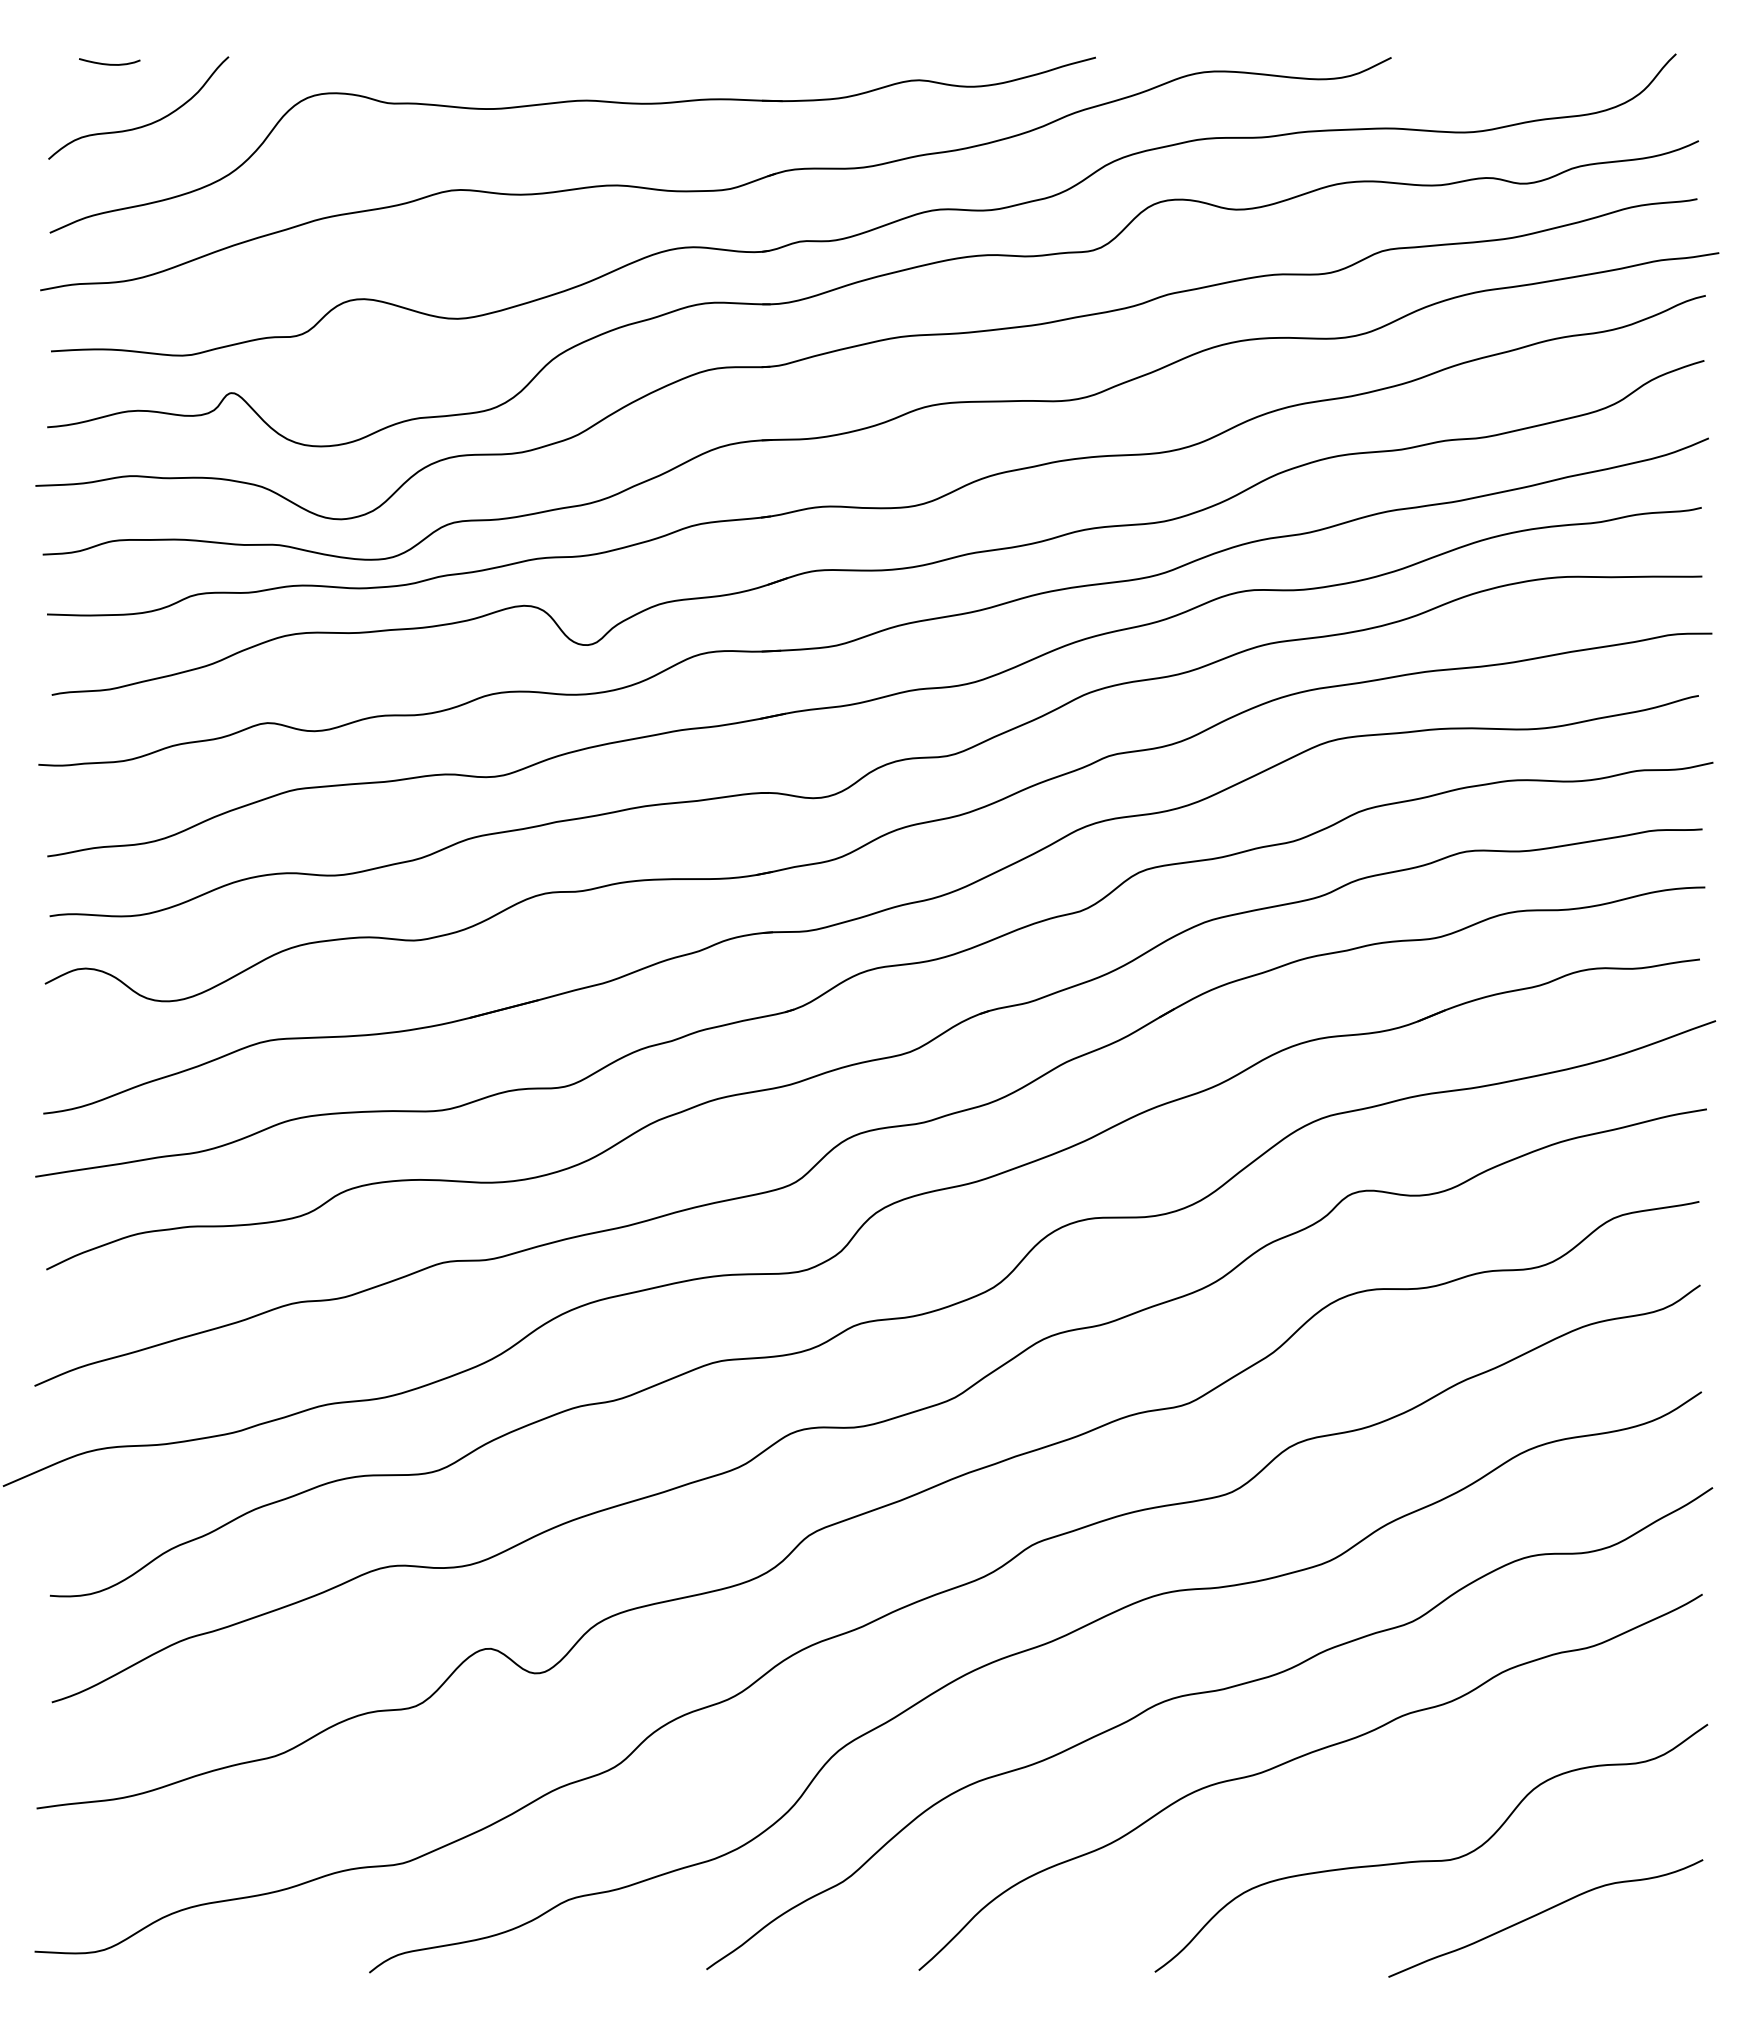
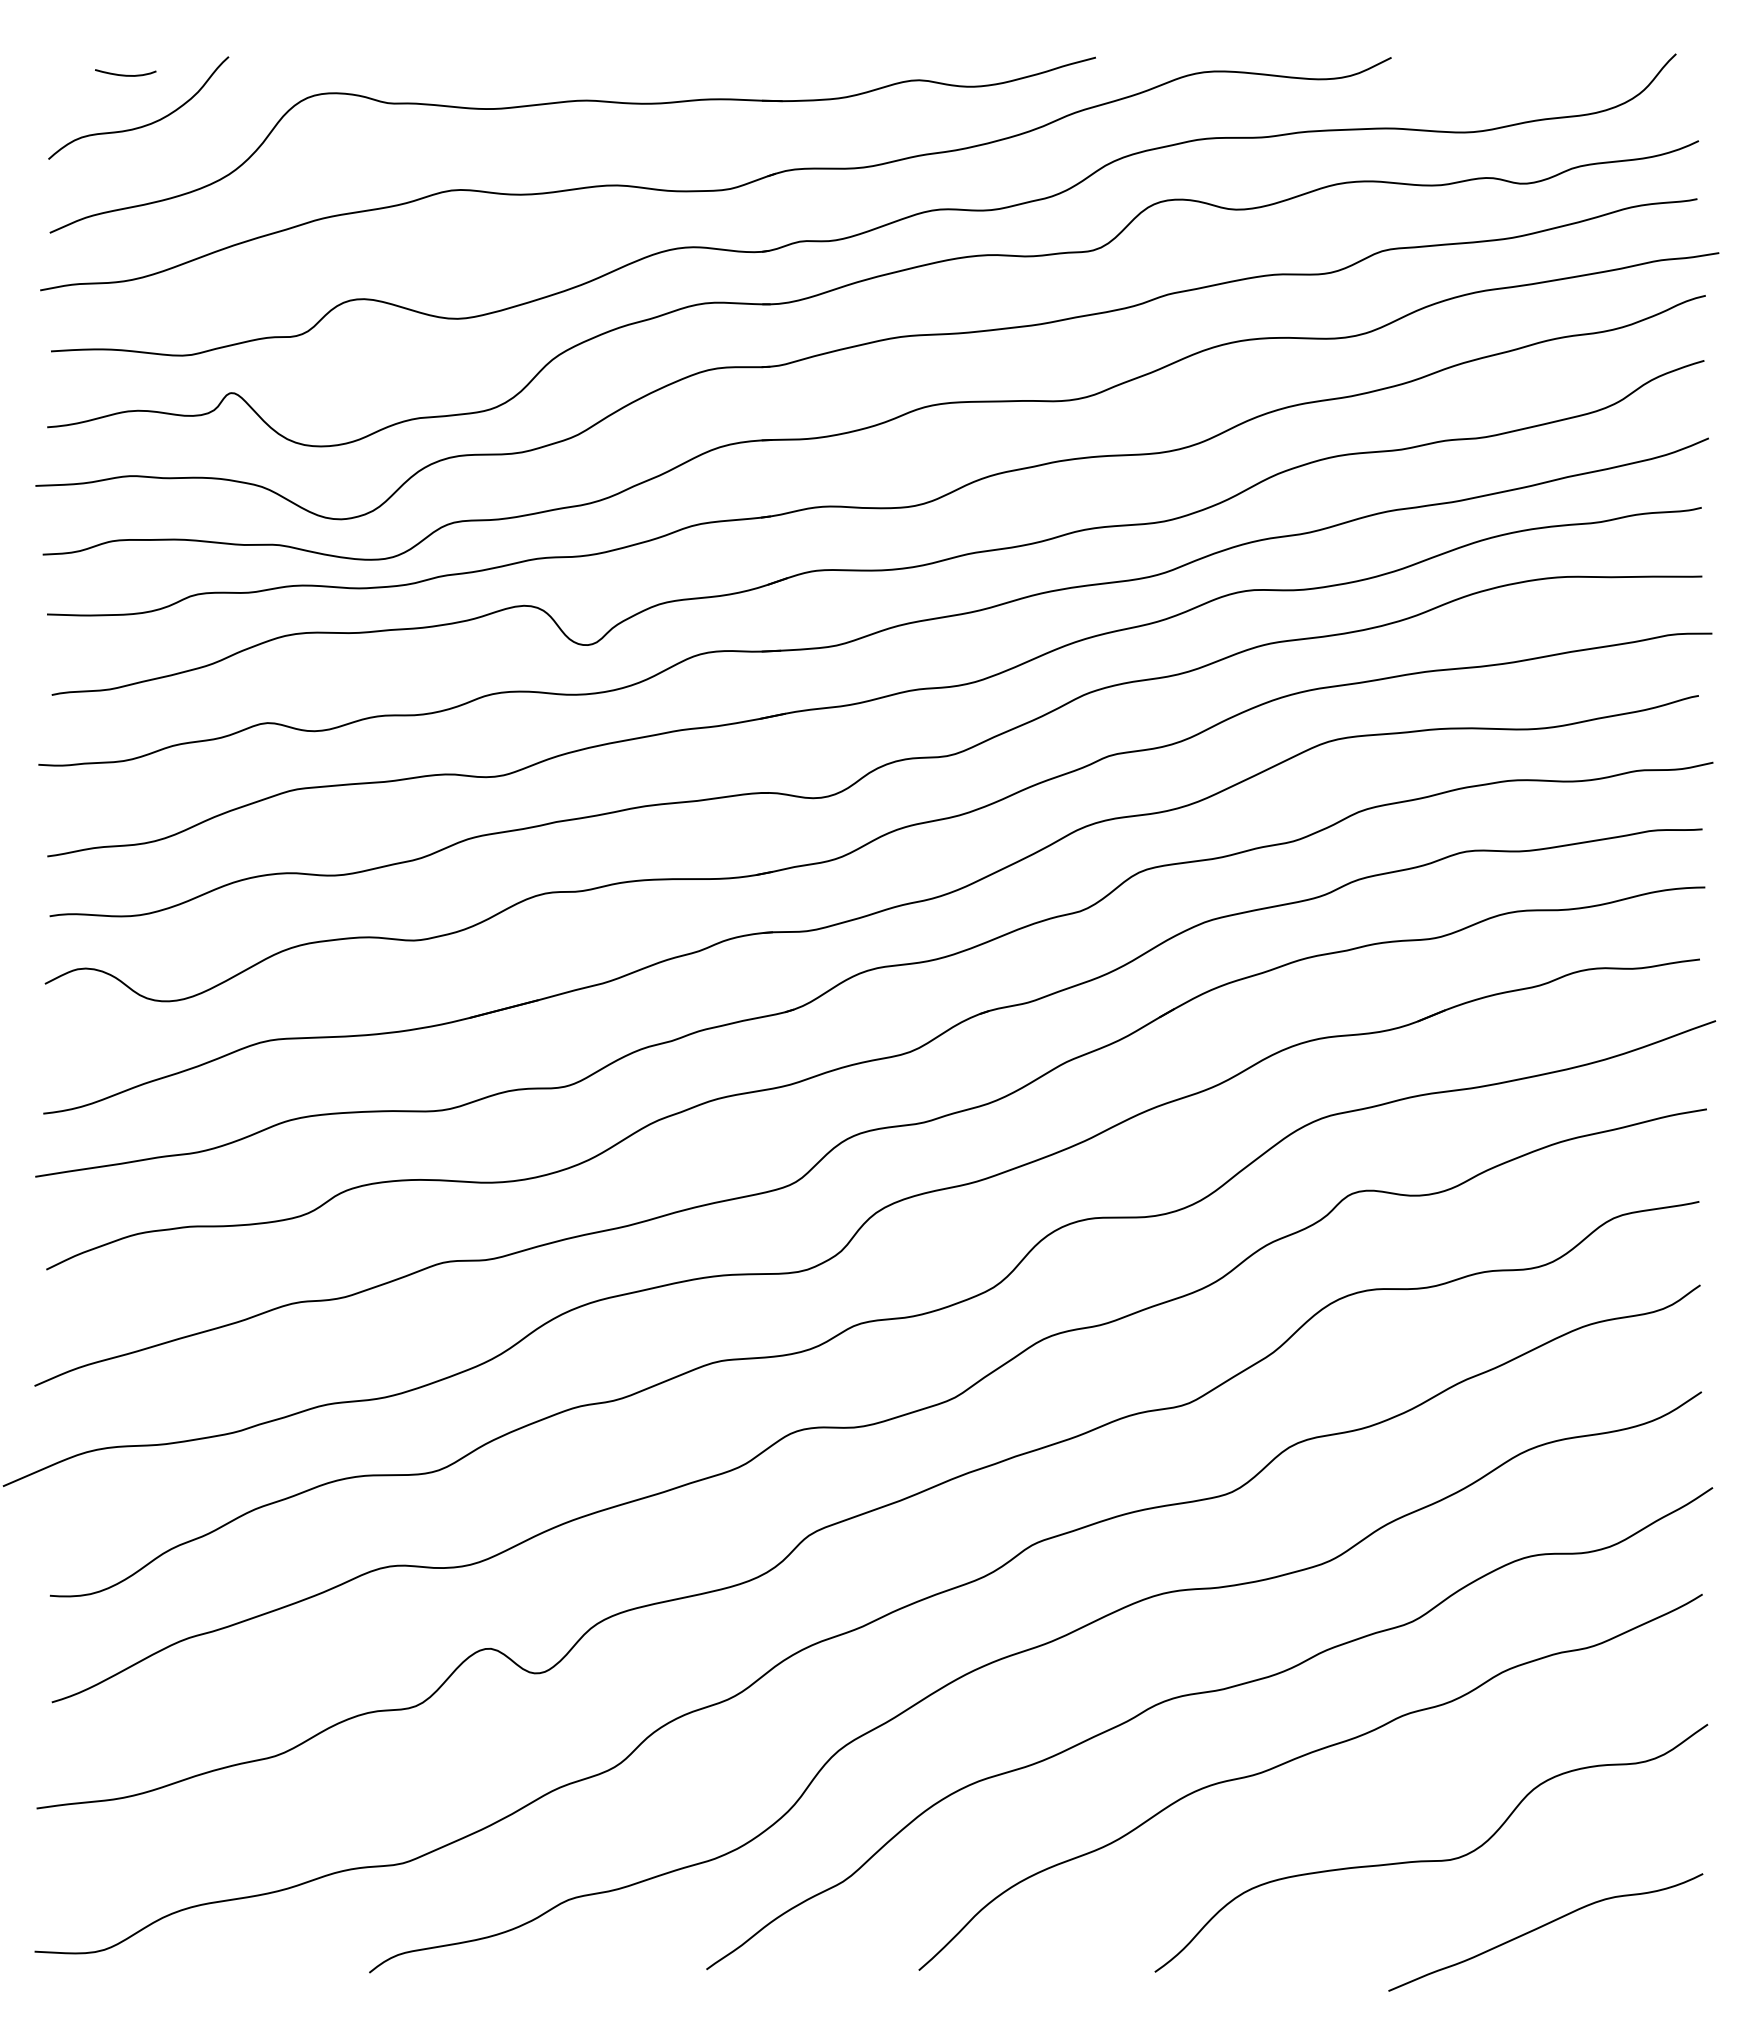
curve at (109, 63) position: (109, 63) -> (125, 74)
curve at (1542, 1913) position: (1542, 1913) -> (1542, 1927)
